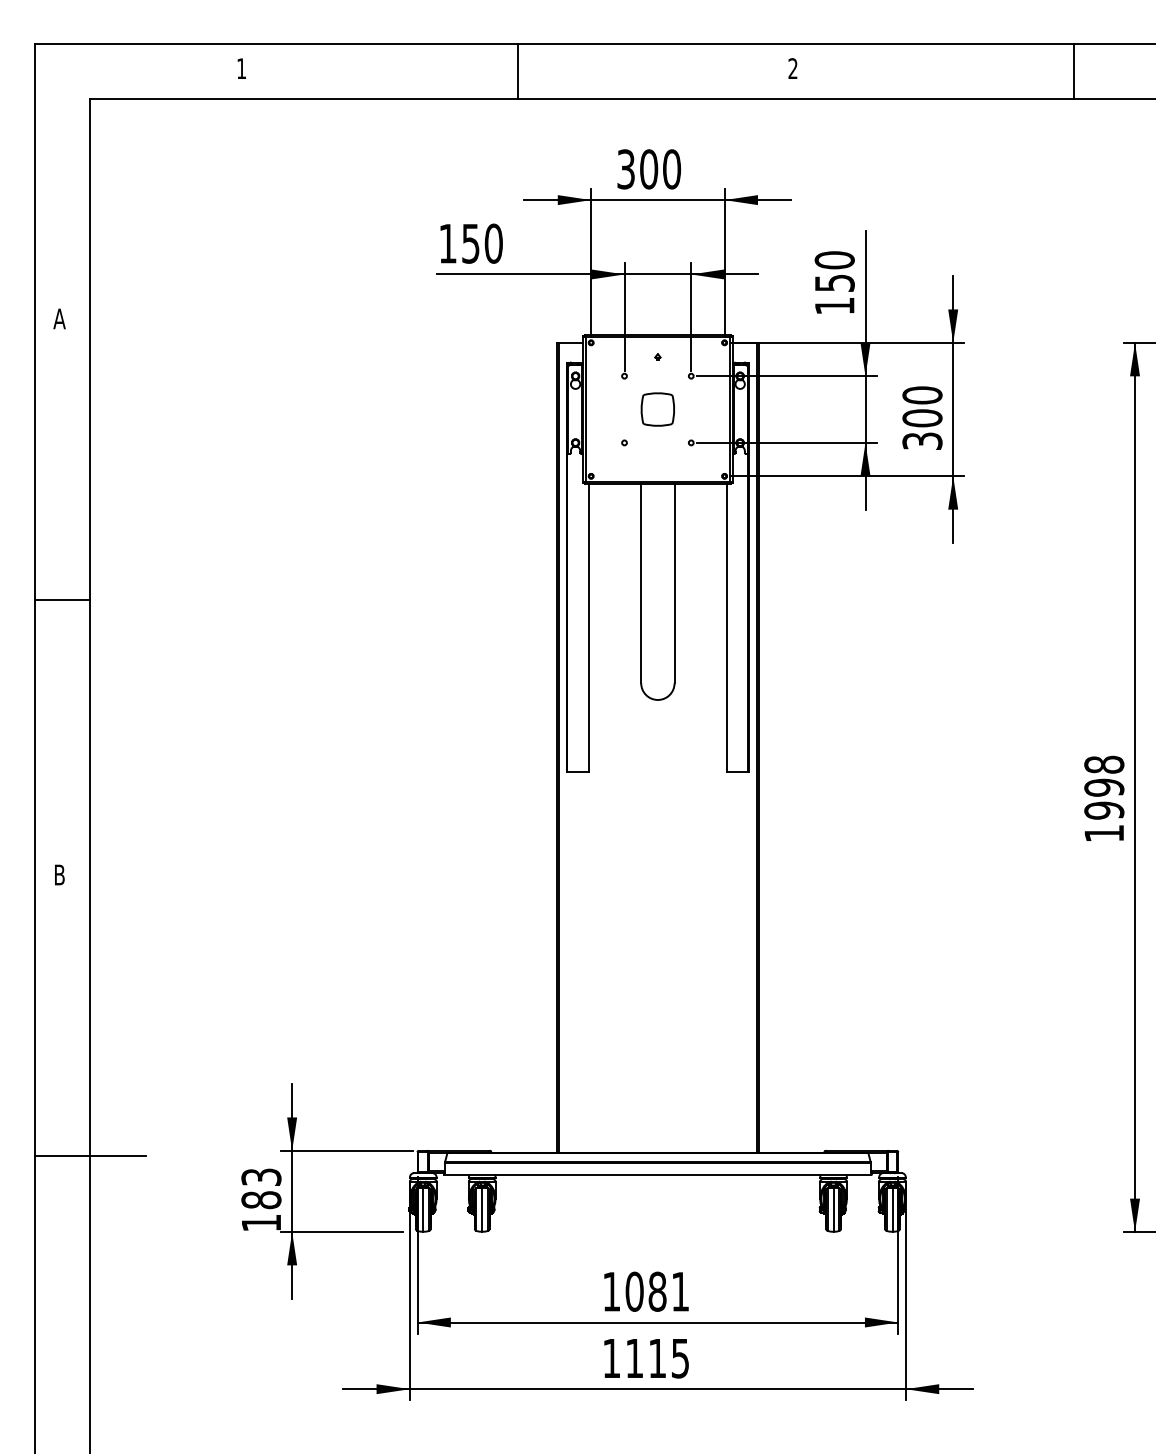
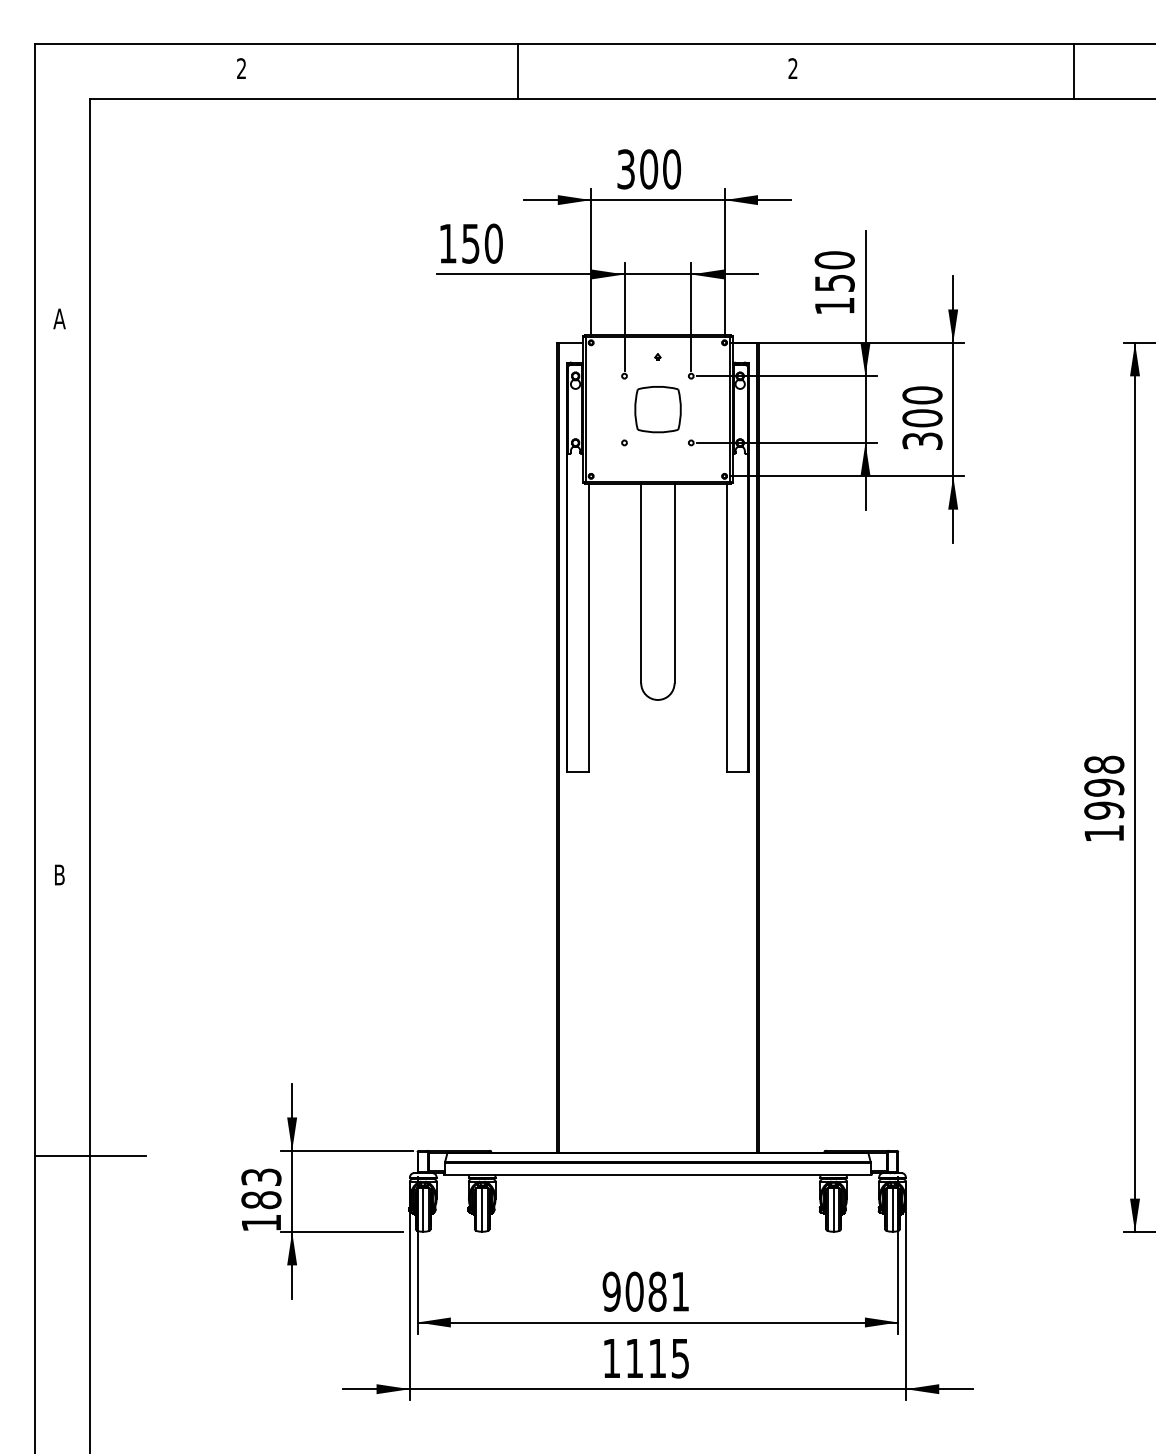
text at (241, 68): 1 -> 2
part at (657, 409) size: 35x35 px -> 48x48 px
line at (62, 599): present -> none
text at (611, 1291): 1081 -> 9081
